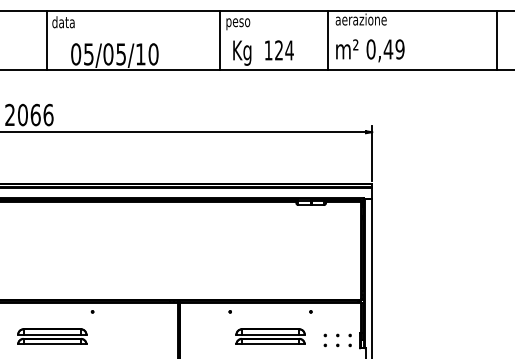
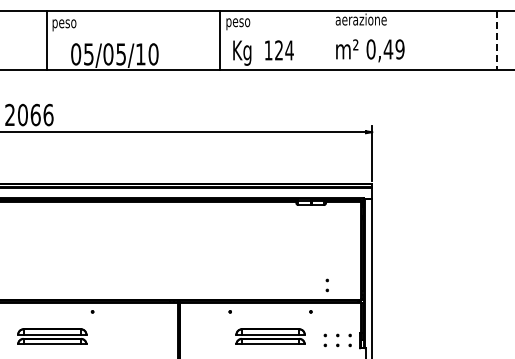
text at (64, 23): data -> peso
line at (327, 39): present -> none
line at (497, 40): solid -> dashed
part at (326, 285): none -> present
